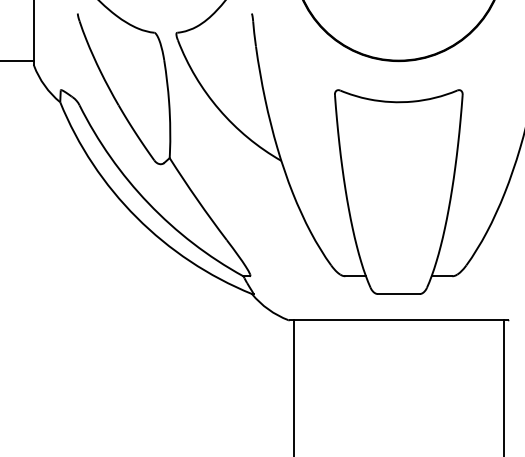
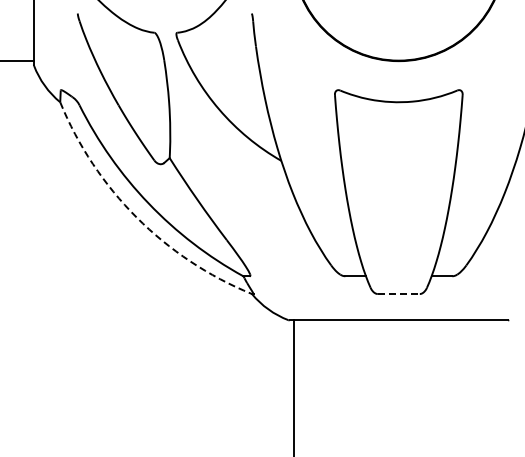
arc at (136, 217): solid -> dashed
line at (399, 294): solid -> dashed
line at (504, 386): present -> none
